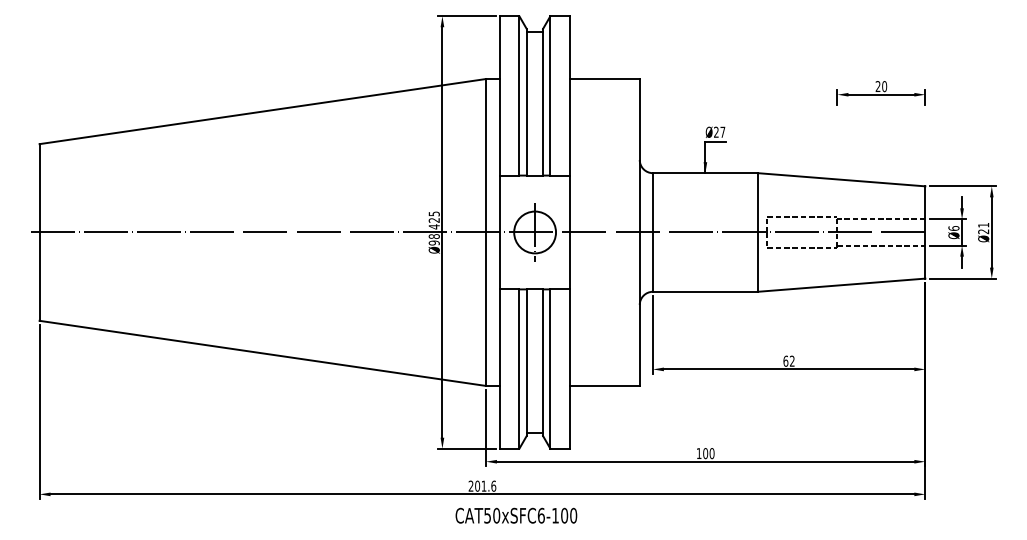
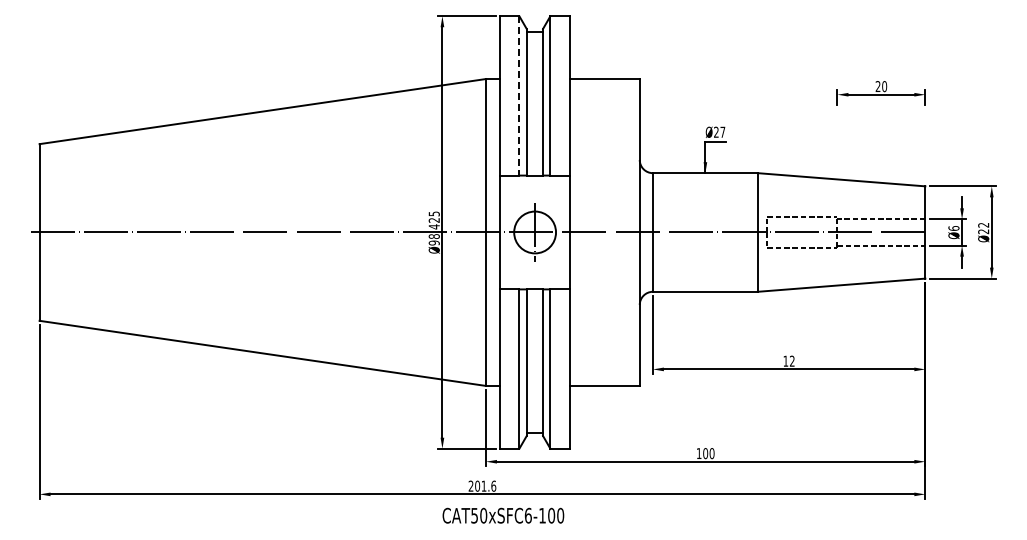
line at (519, 95): solid -> dashed
text at (983, 225): Ø21 -> Ø22
text at (785, 360): 62 -> 12
text at (516, 515) position: (516, 515) -> (503, 515)
